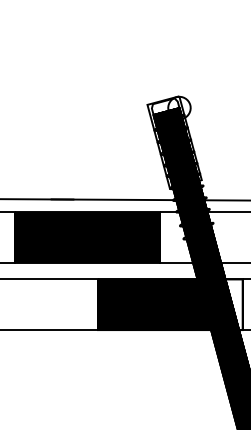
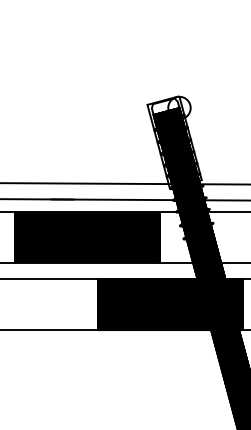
line at (124, 183): none -> present
fill at (233, 304): none -> present
